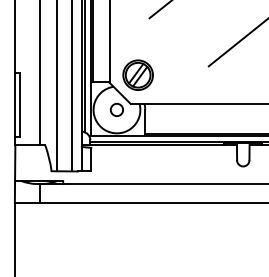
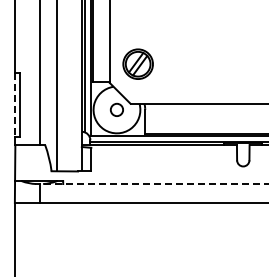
line at (159, 10): present -> none
line at (236, 43): present -> none
part at (137, 74) position: (137, 74) -> (137, 63)
line at (72, 85): present -> none
line at (15, 104): solid -> dashed
line at (154, 184): solid -> dashed
